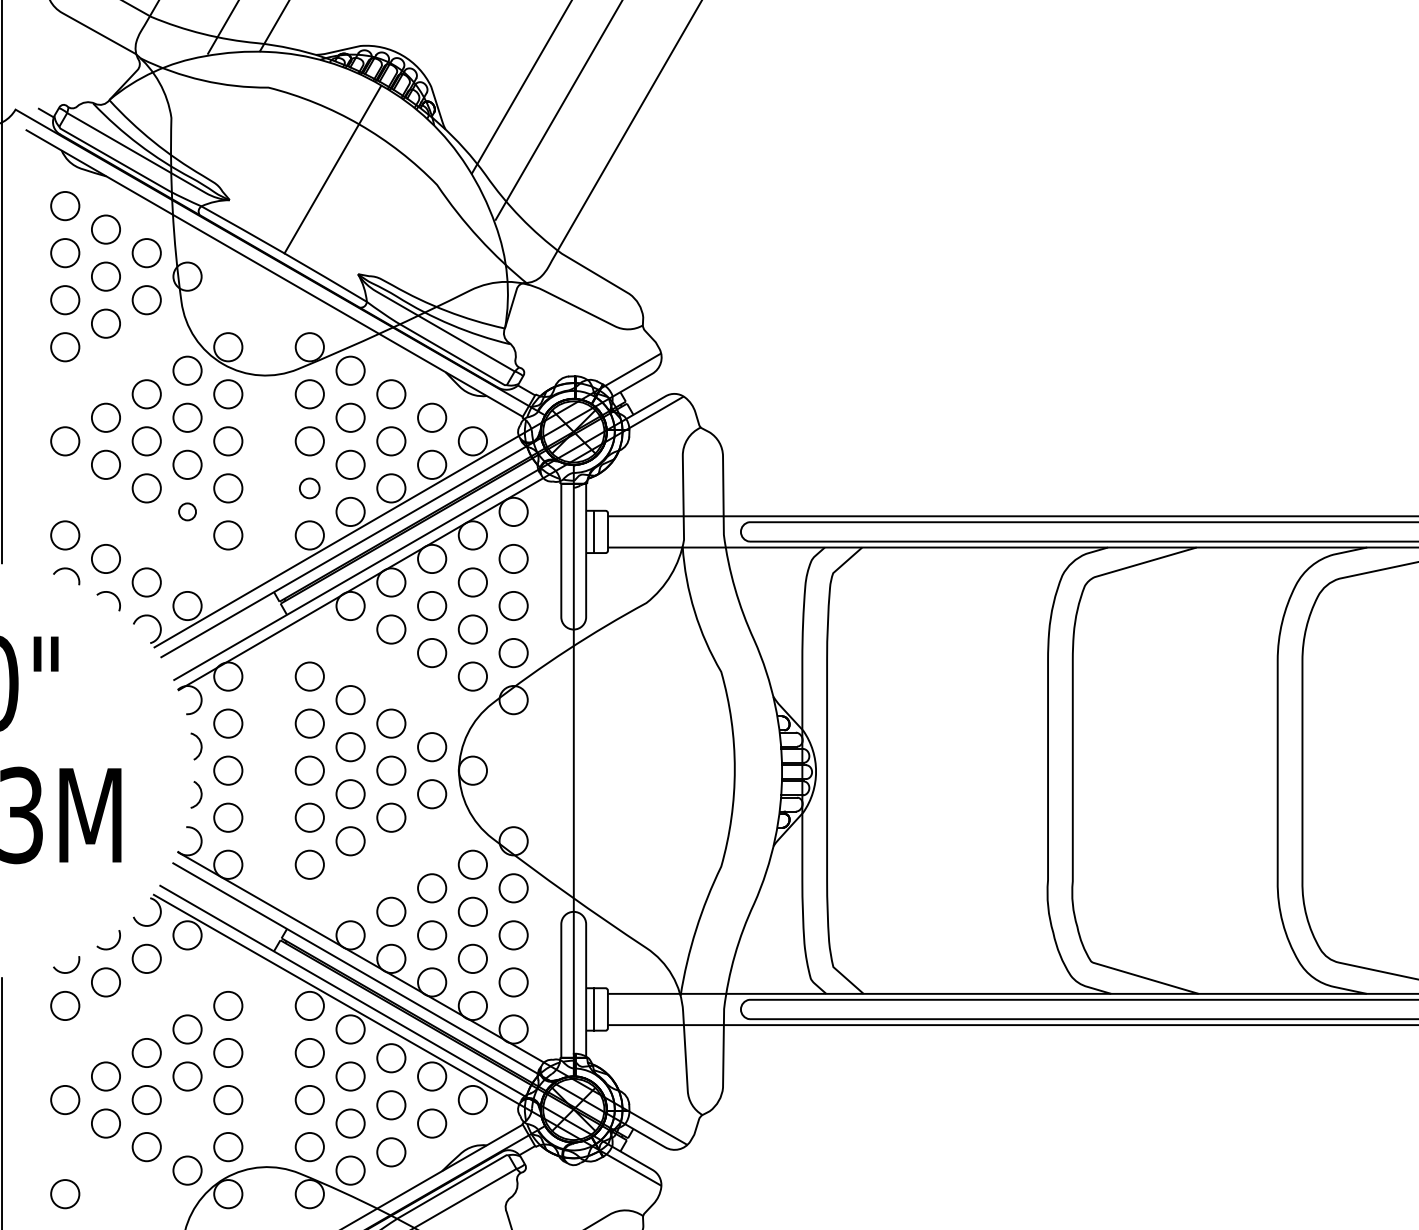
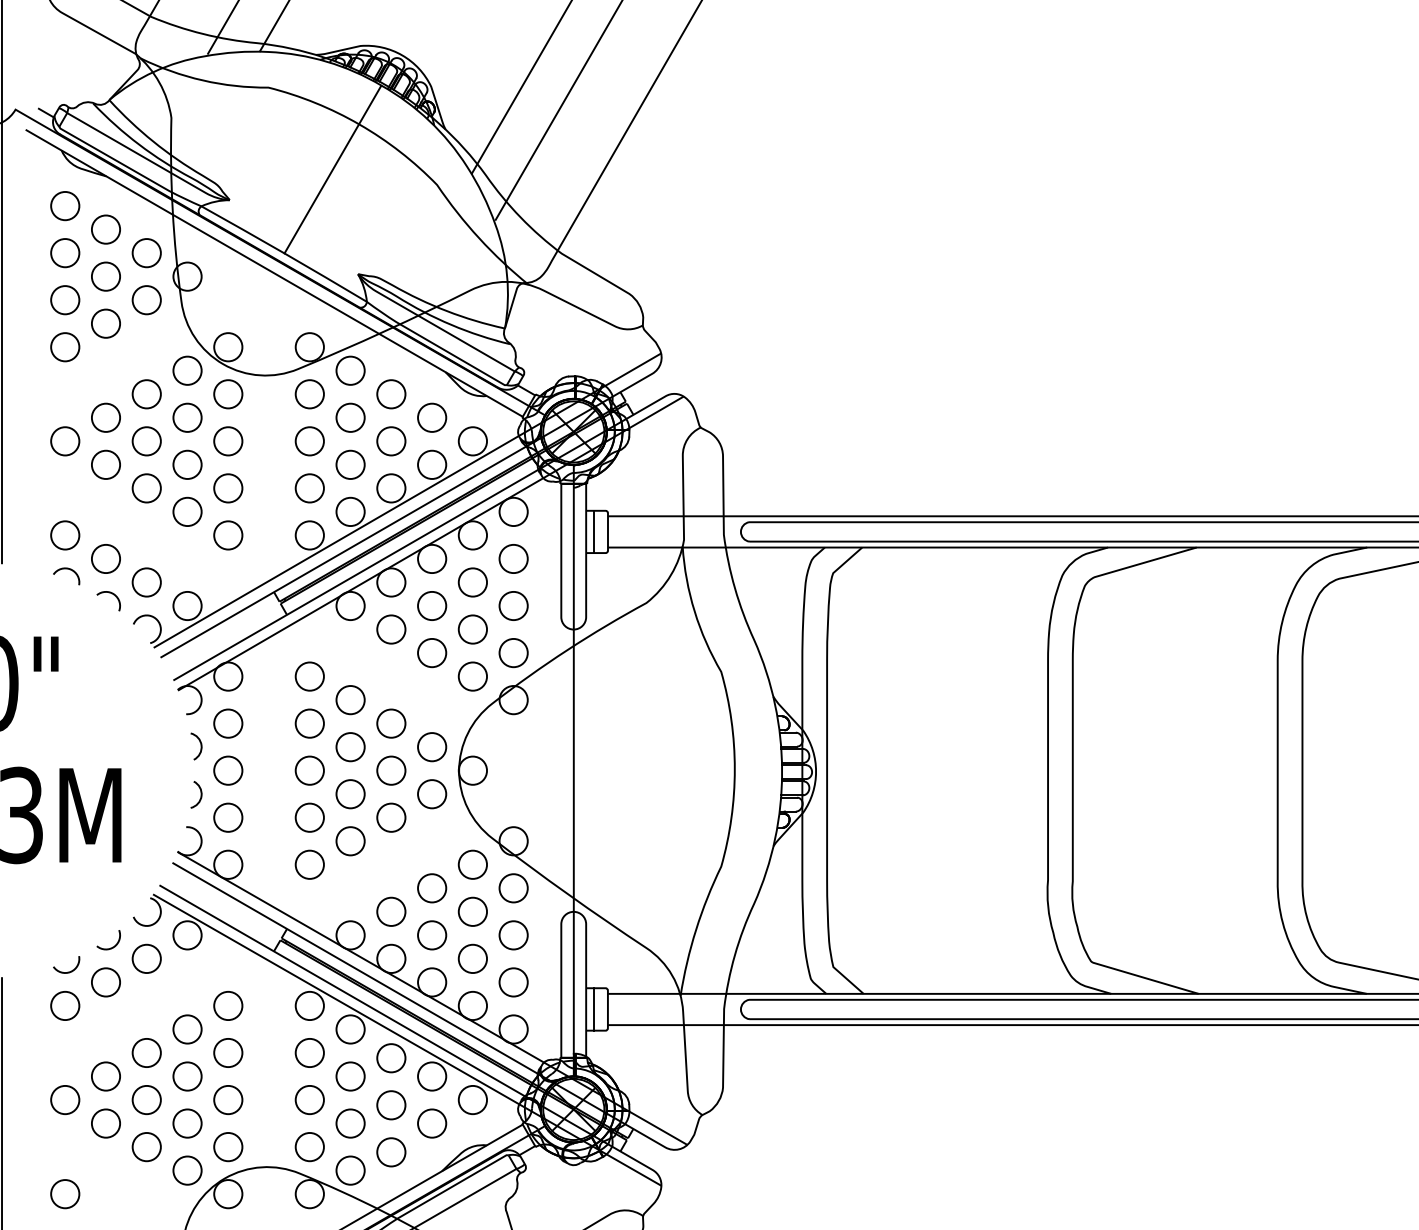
circle at (309, 488) size: 22x23 px -> 31x31 px
circle at (187, 511) diameter: 17 px -> 28 px
circle at (187, 1123): none -> present
